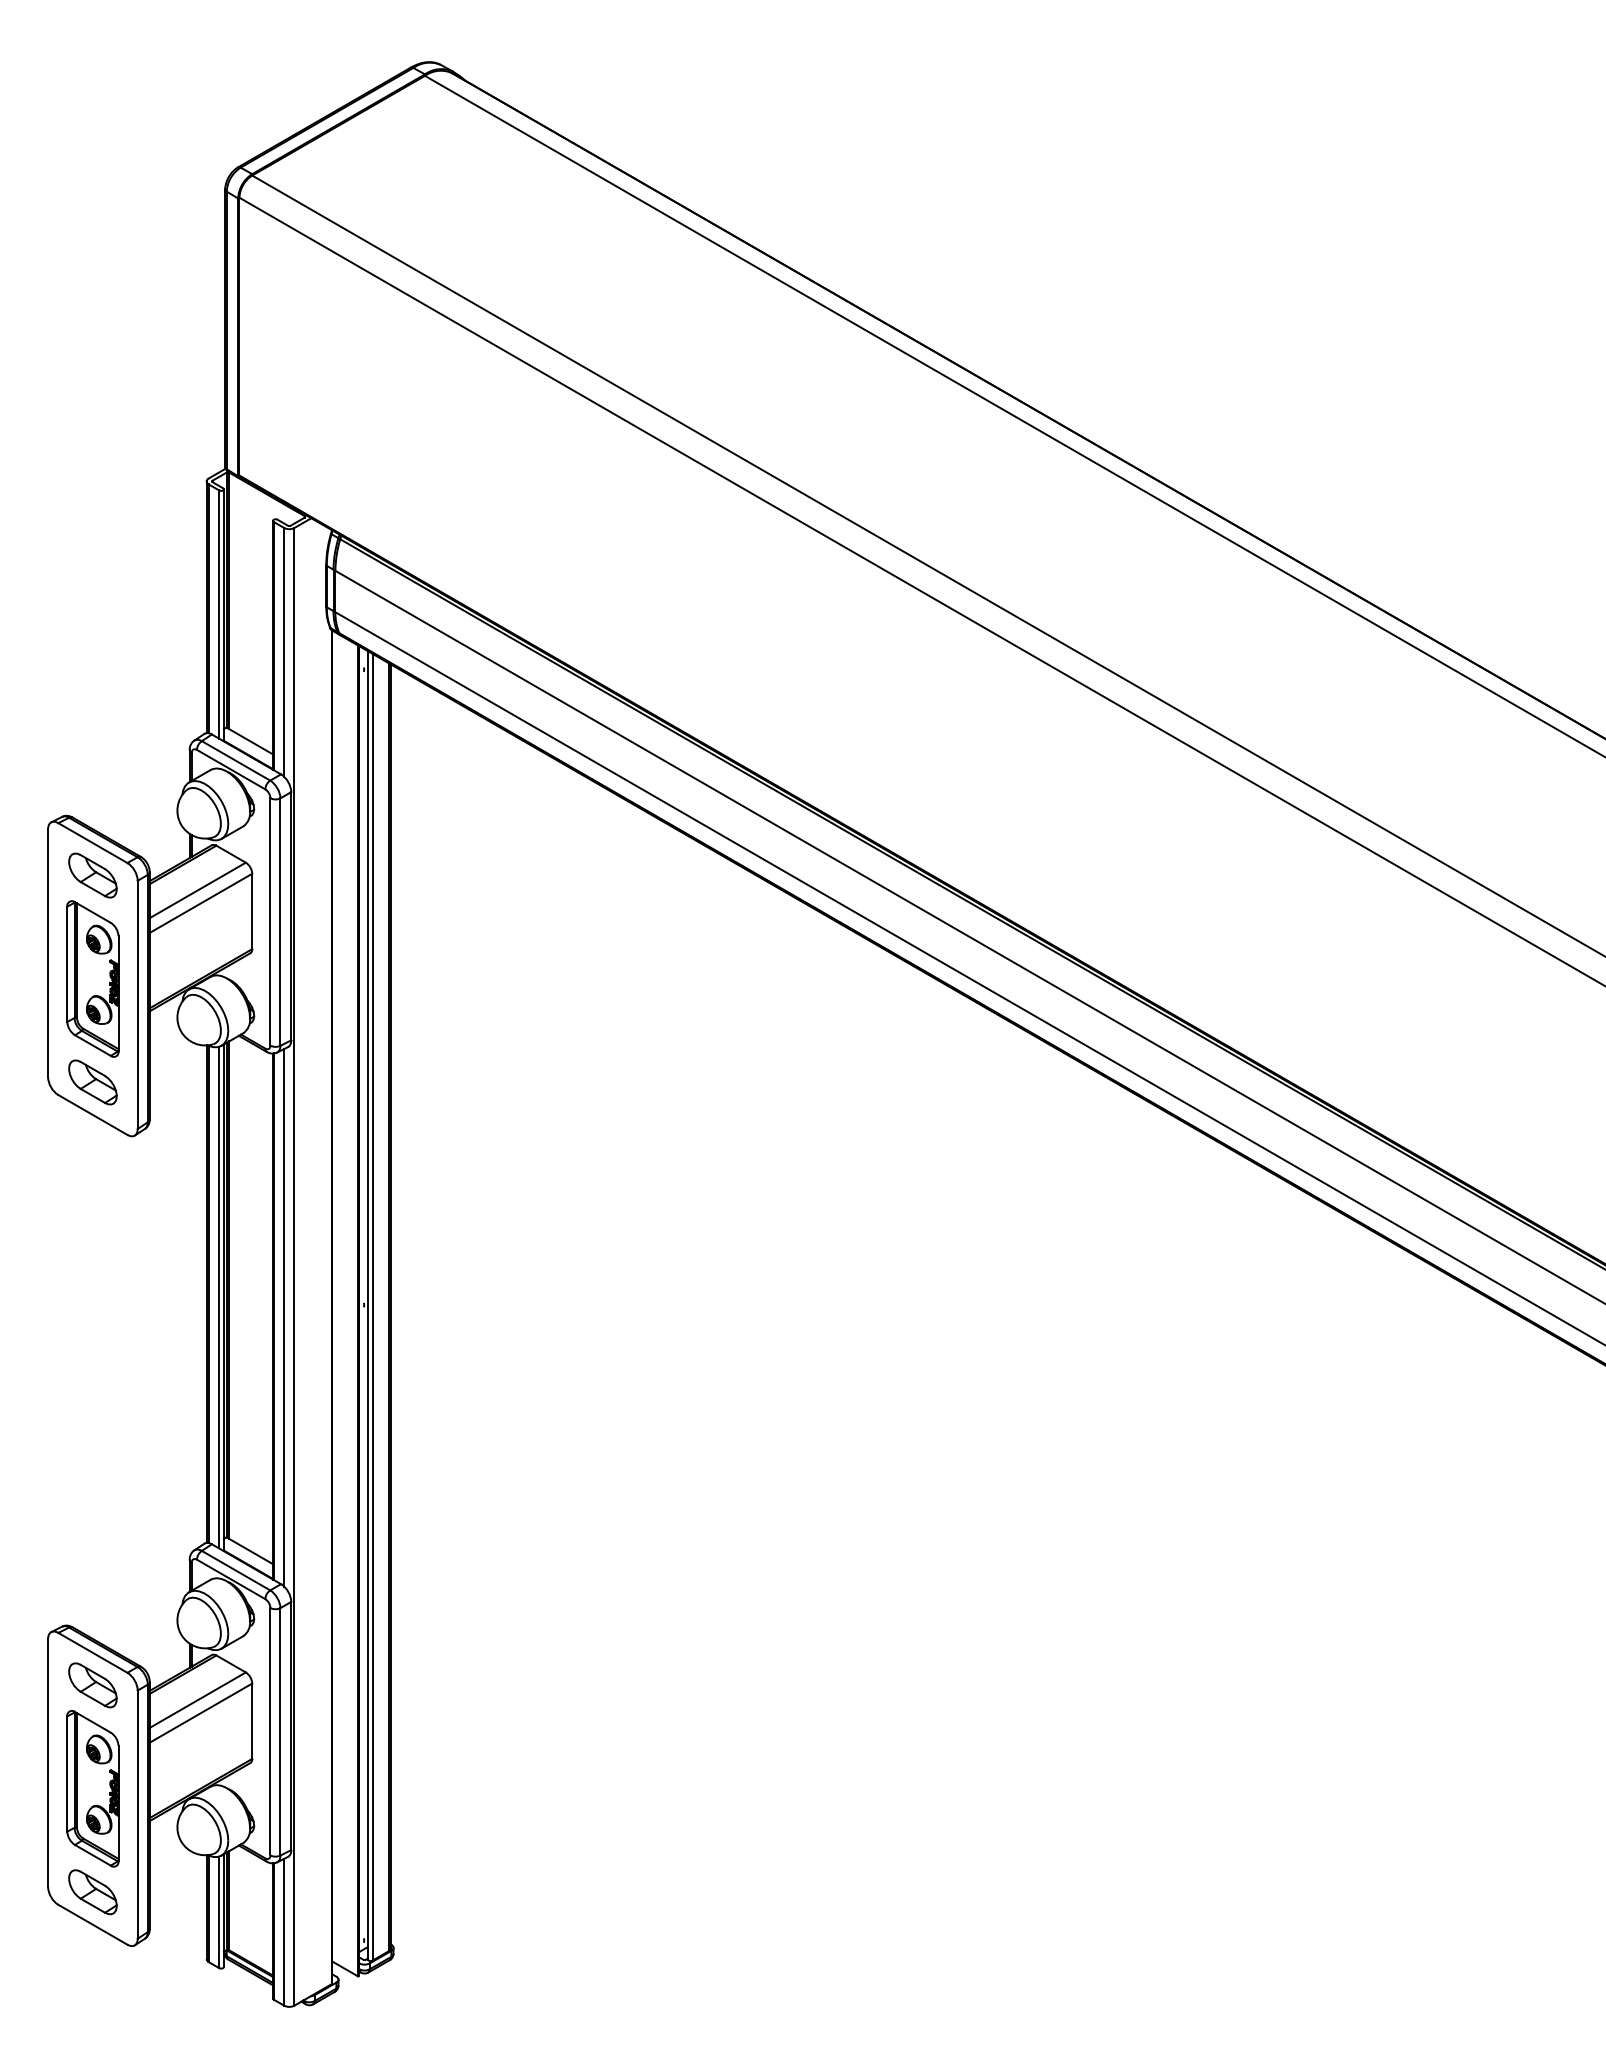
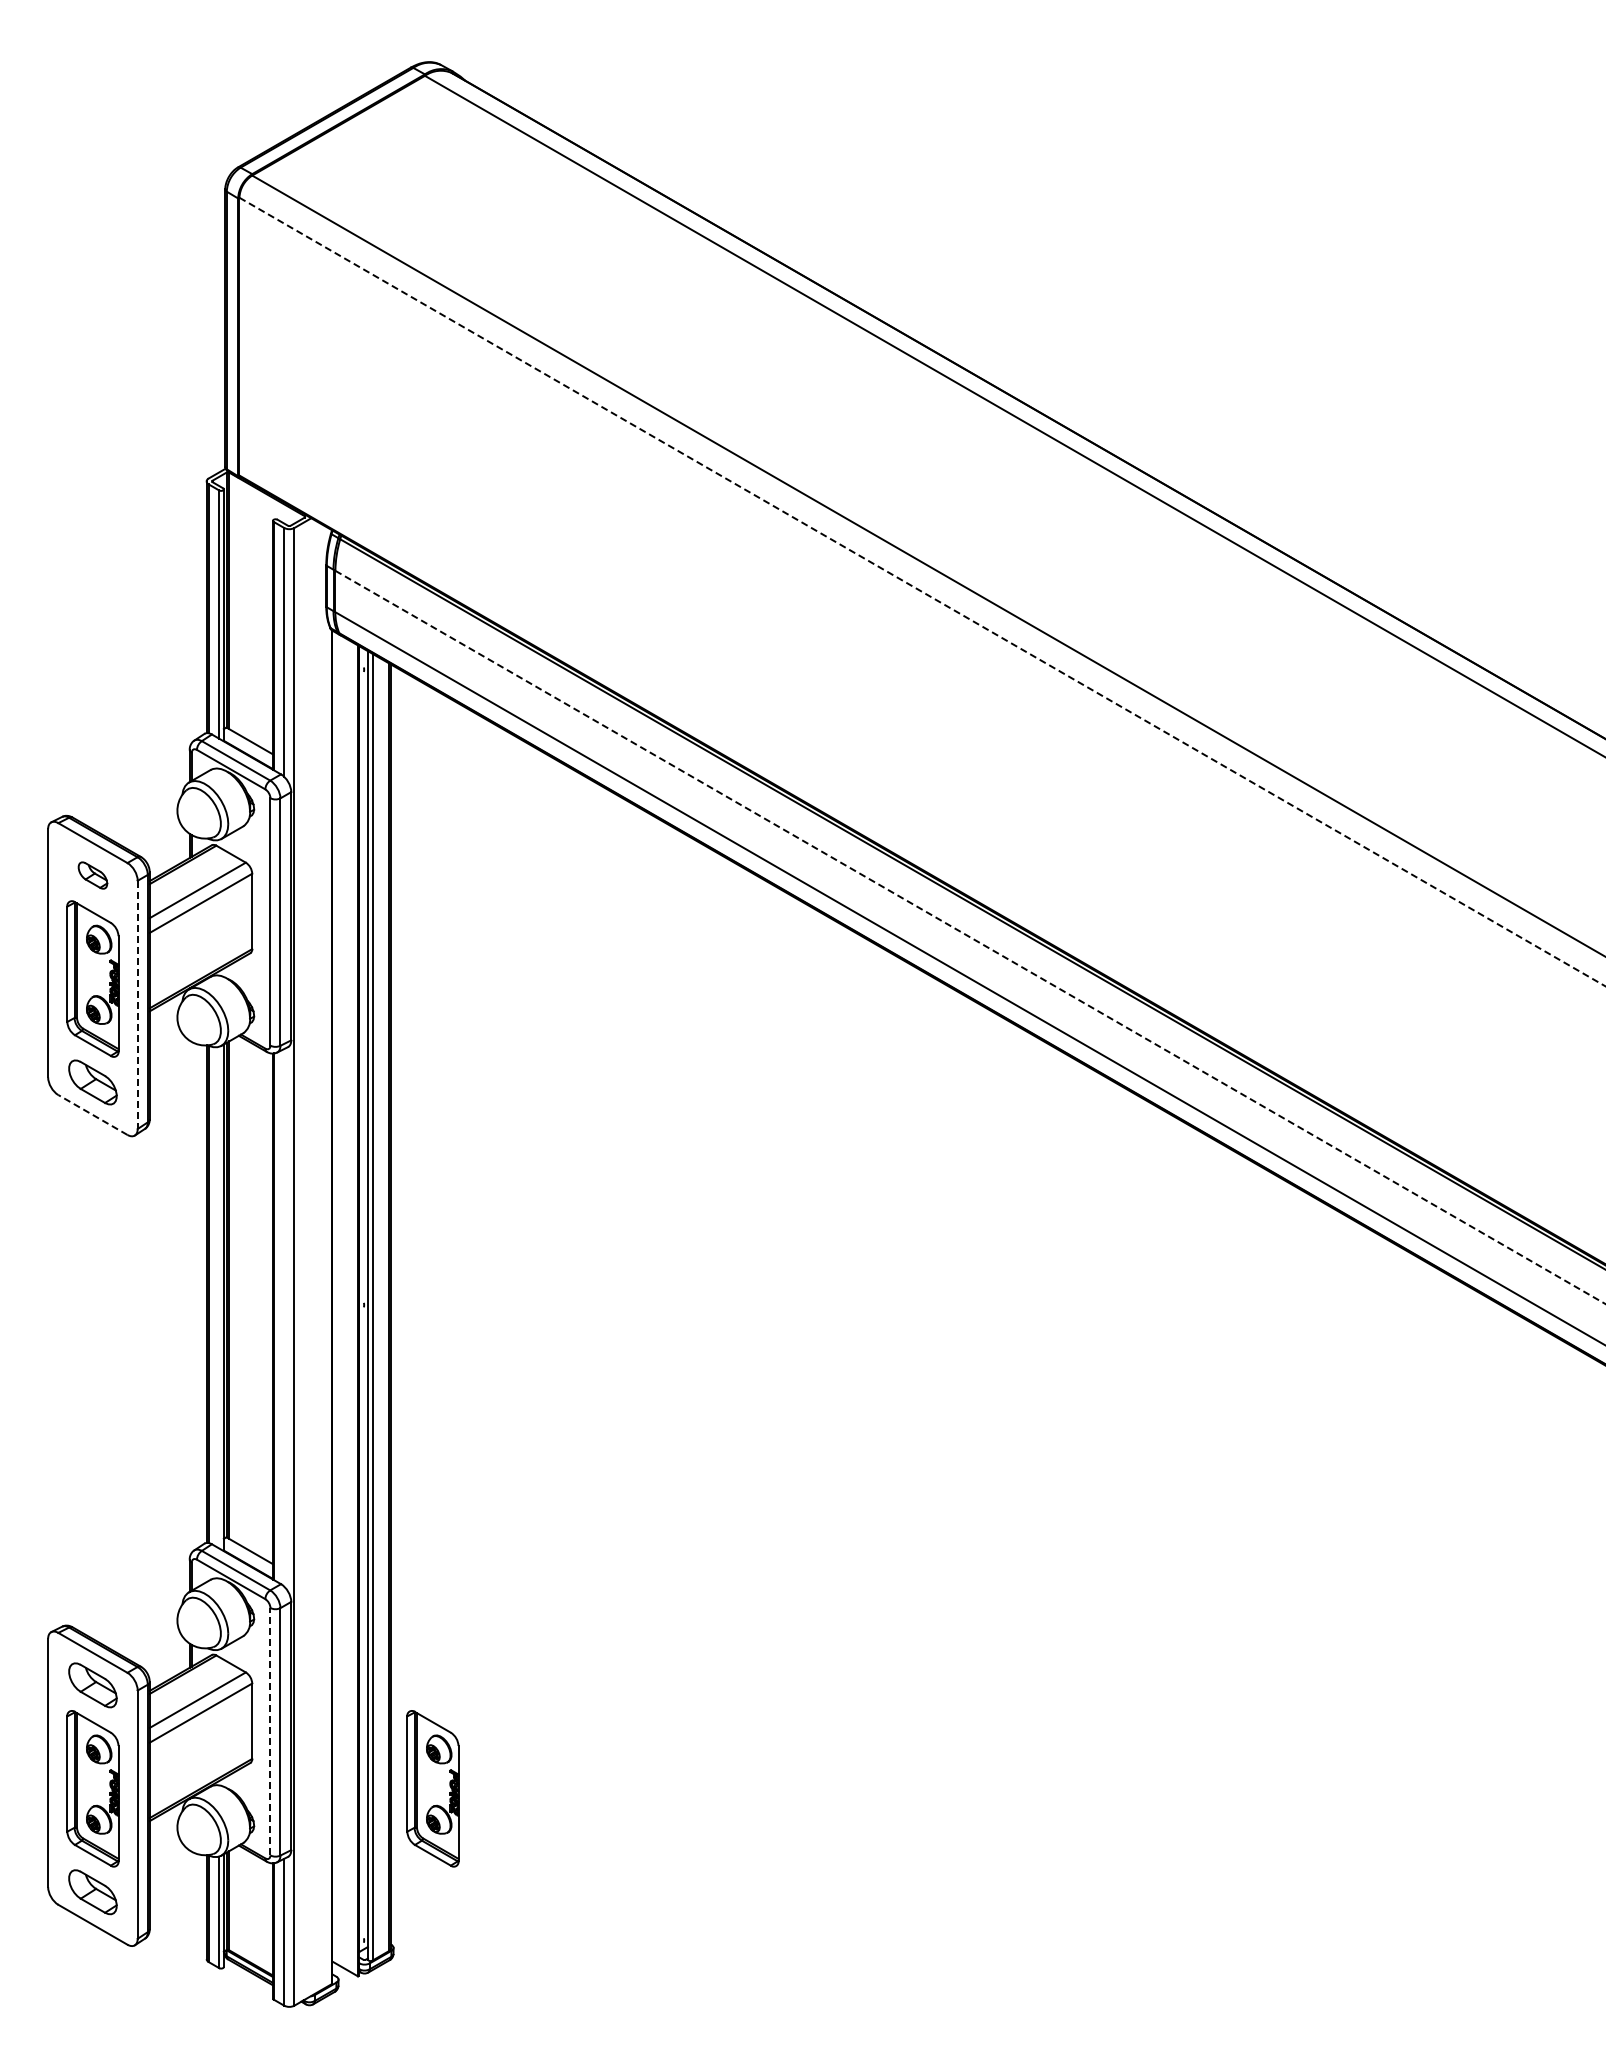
line at (922, 592): solid -> dashed
part at (92, 875) size: 50x47 px -> 32x29 px
line at (971, 937): solid -> dashed
line at (137, 1005): solid -> dashed
line at (92, 1115): solid -> dashed
line at (219, 1297): present -> none
line at (284, 1317): present -> none
line at (270, 1731): solid -> dashed
part at (432, 1788): none -> present
